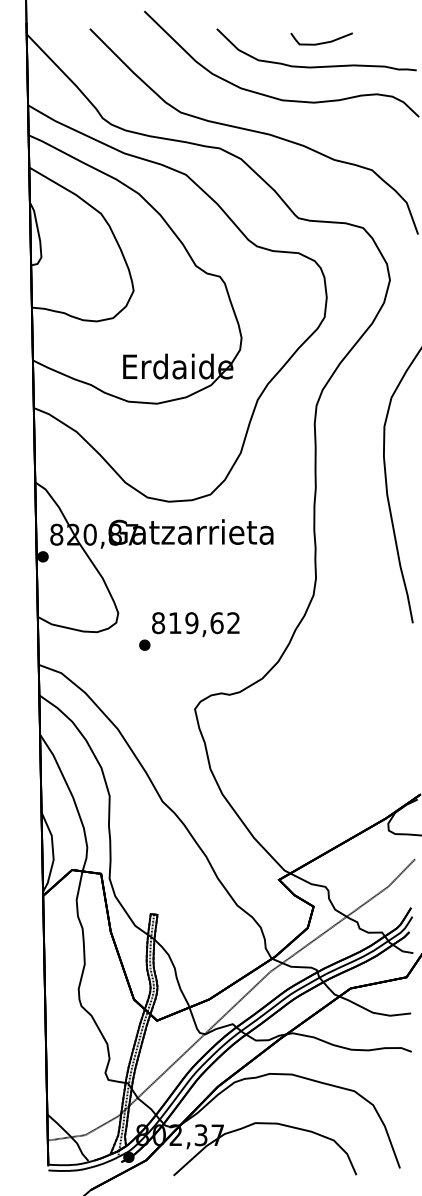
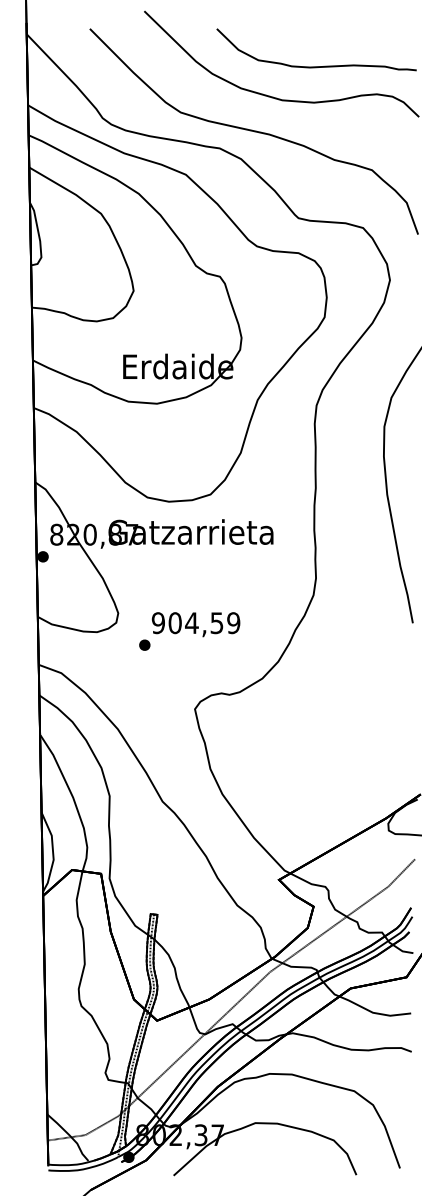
part at (321, 38): present -> none
text at (195, 623): 819,62 -> 904,59
